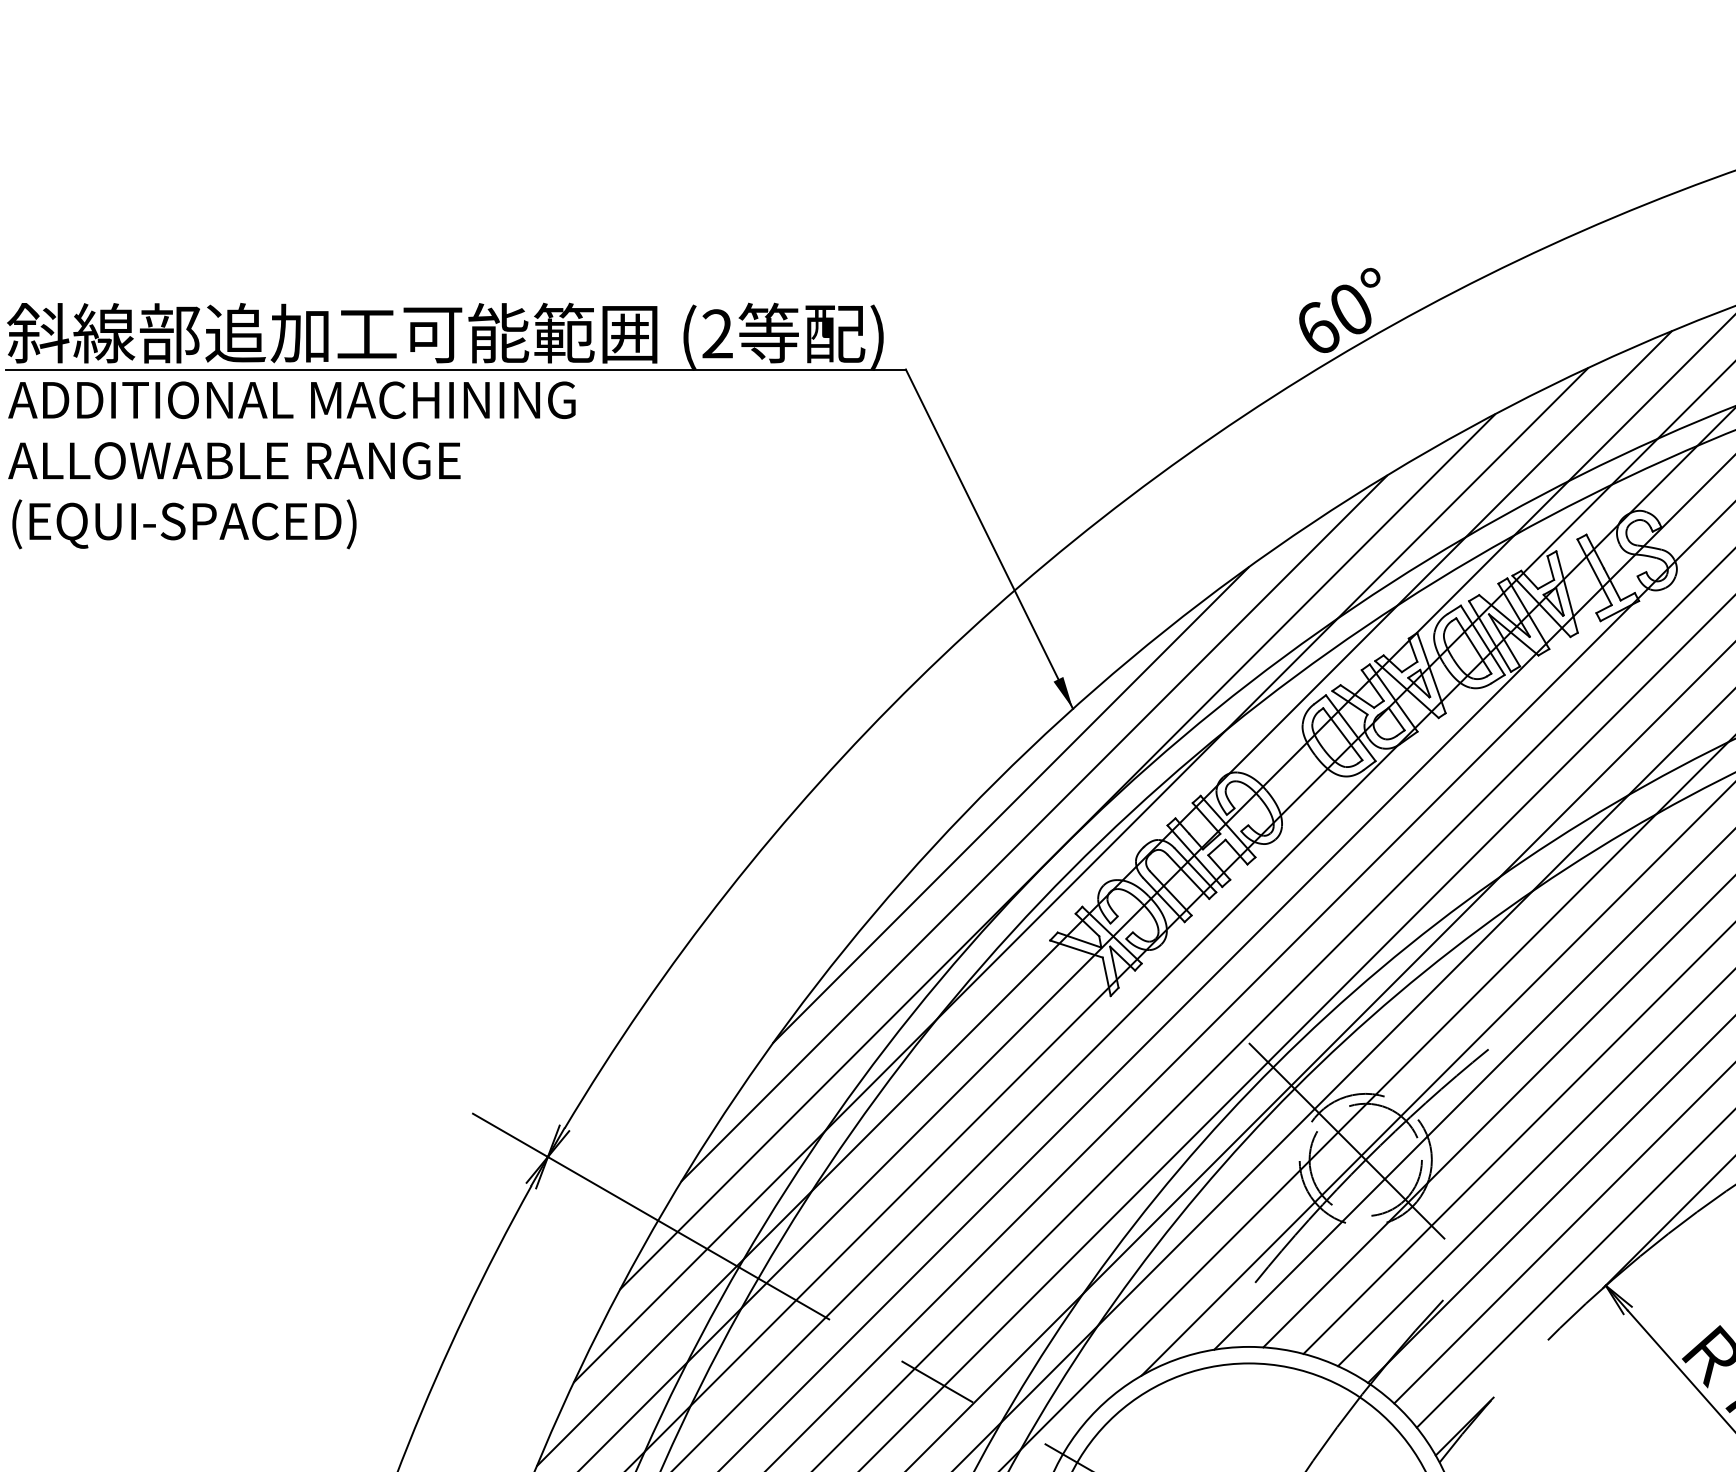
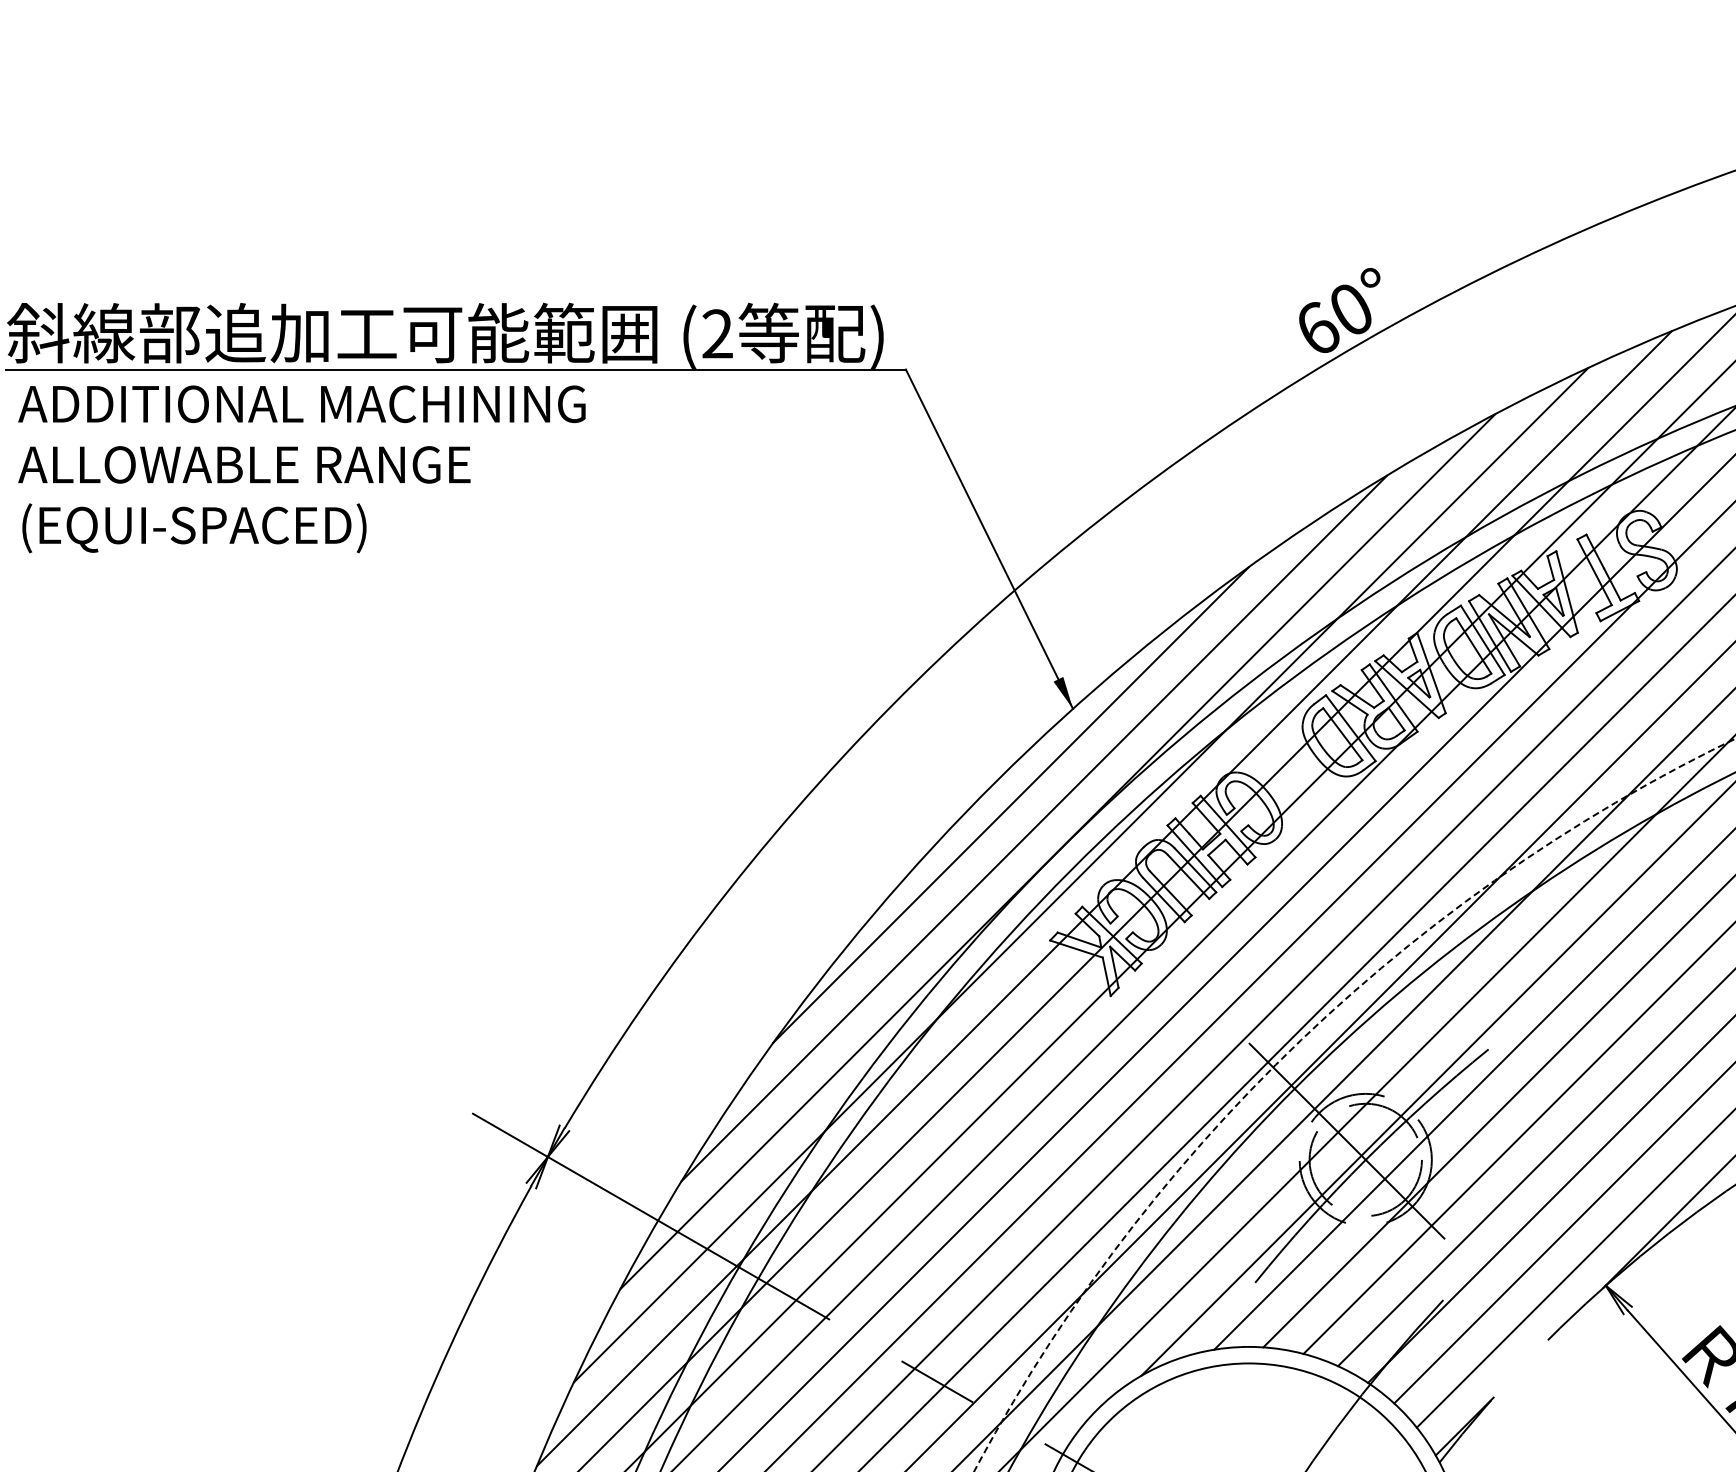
text at (291, 465) position: (291, 465) -> (301, 469)
arc at (1297, 1044): solid -> dashed
